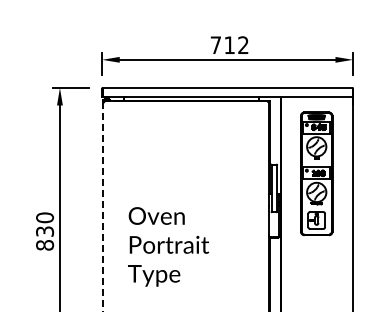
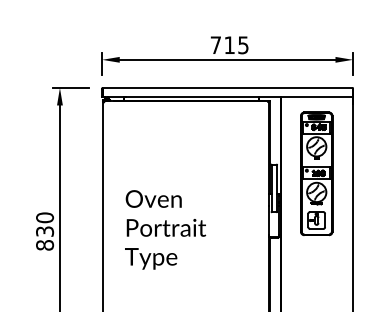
text at (243, 45): 712 -> 715
line at (103, 206): dashed -> solid
text at (168, 246) position: (168, 246) -> (165, 229)
